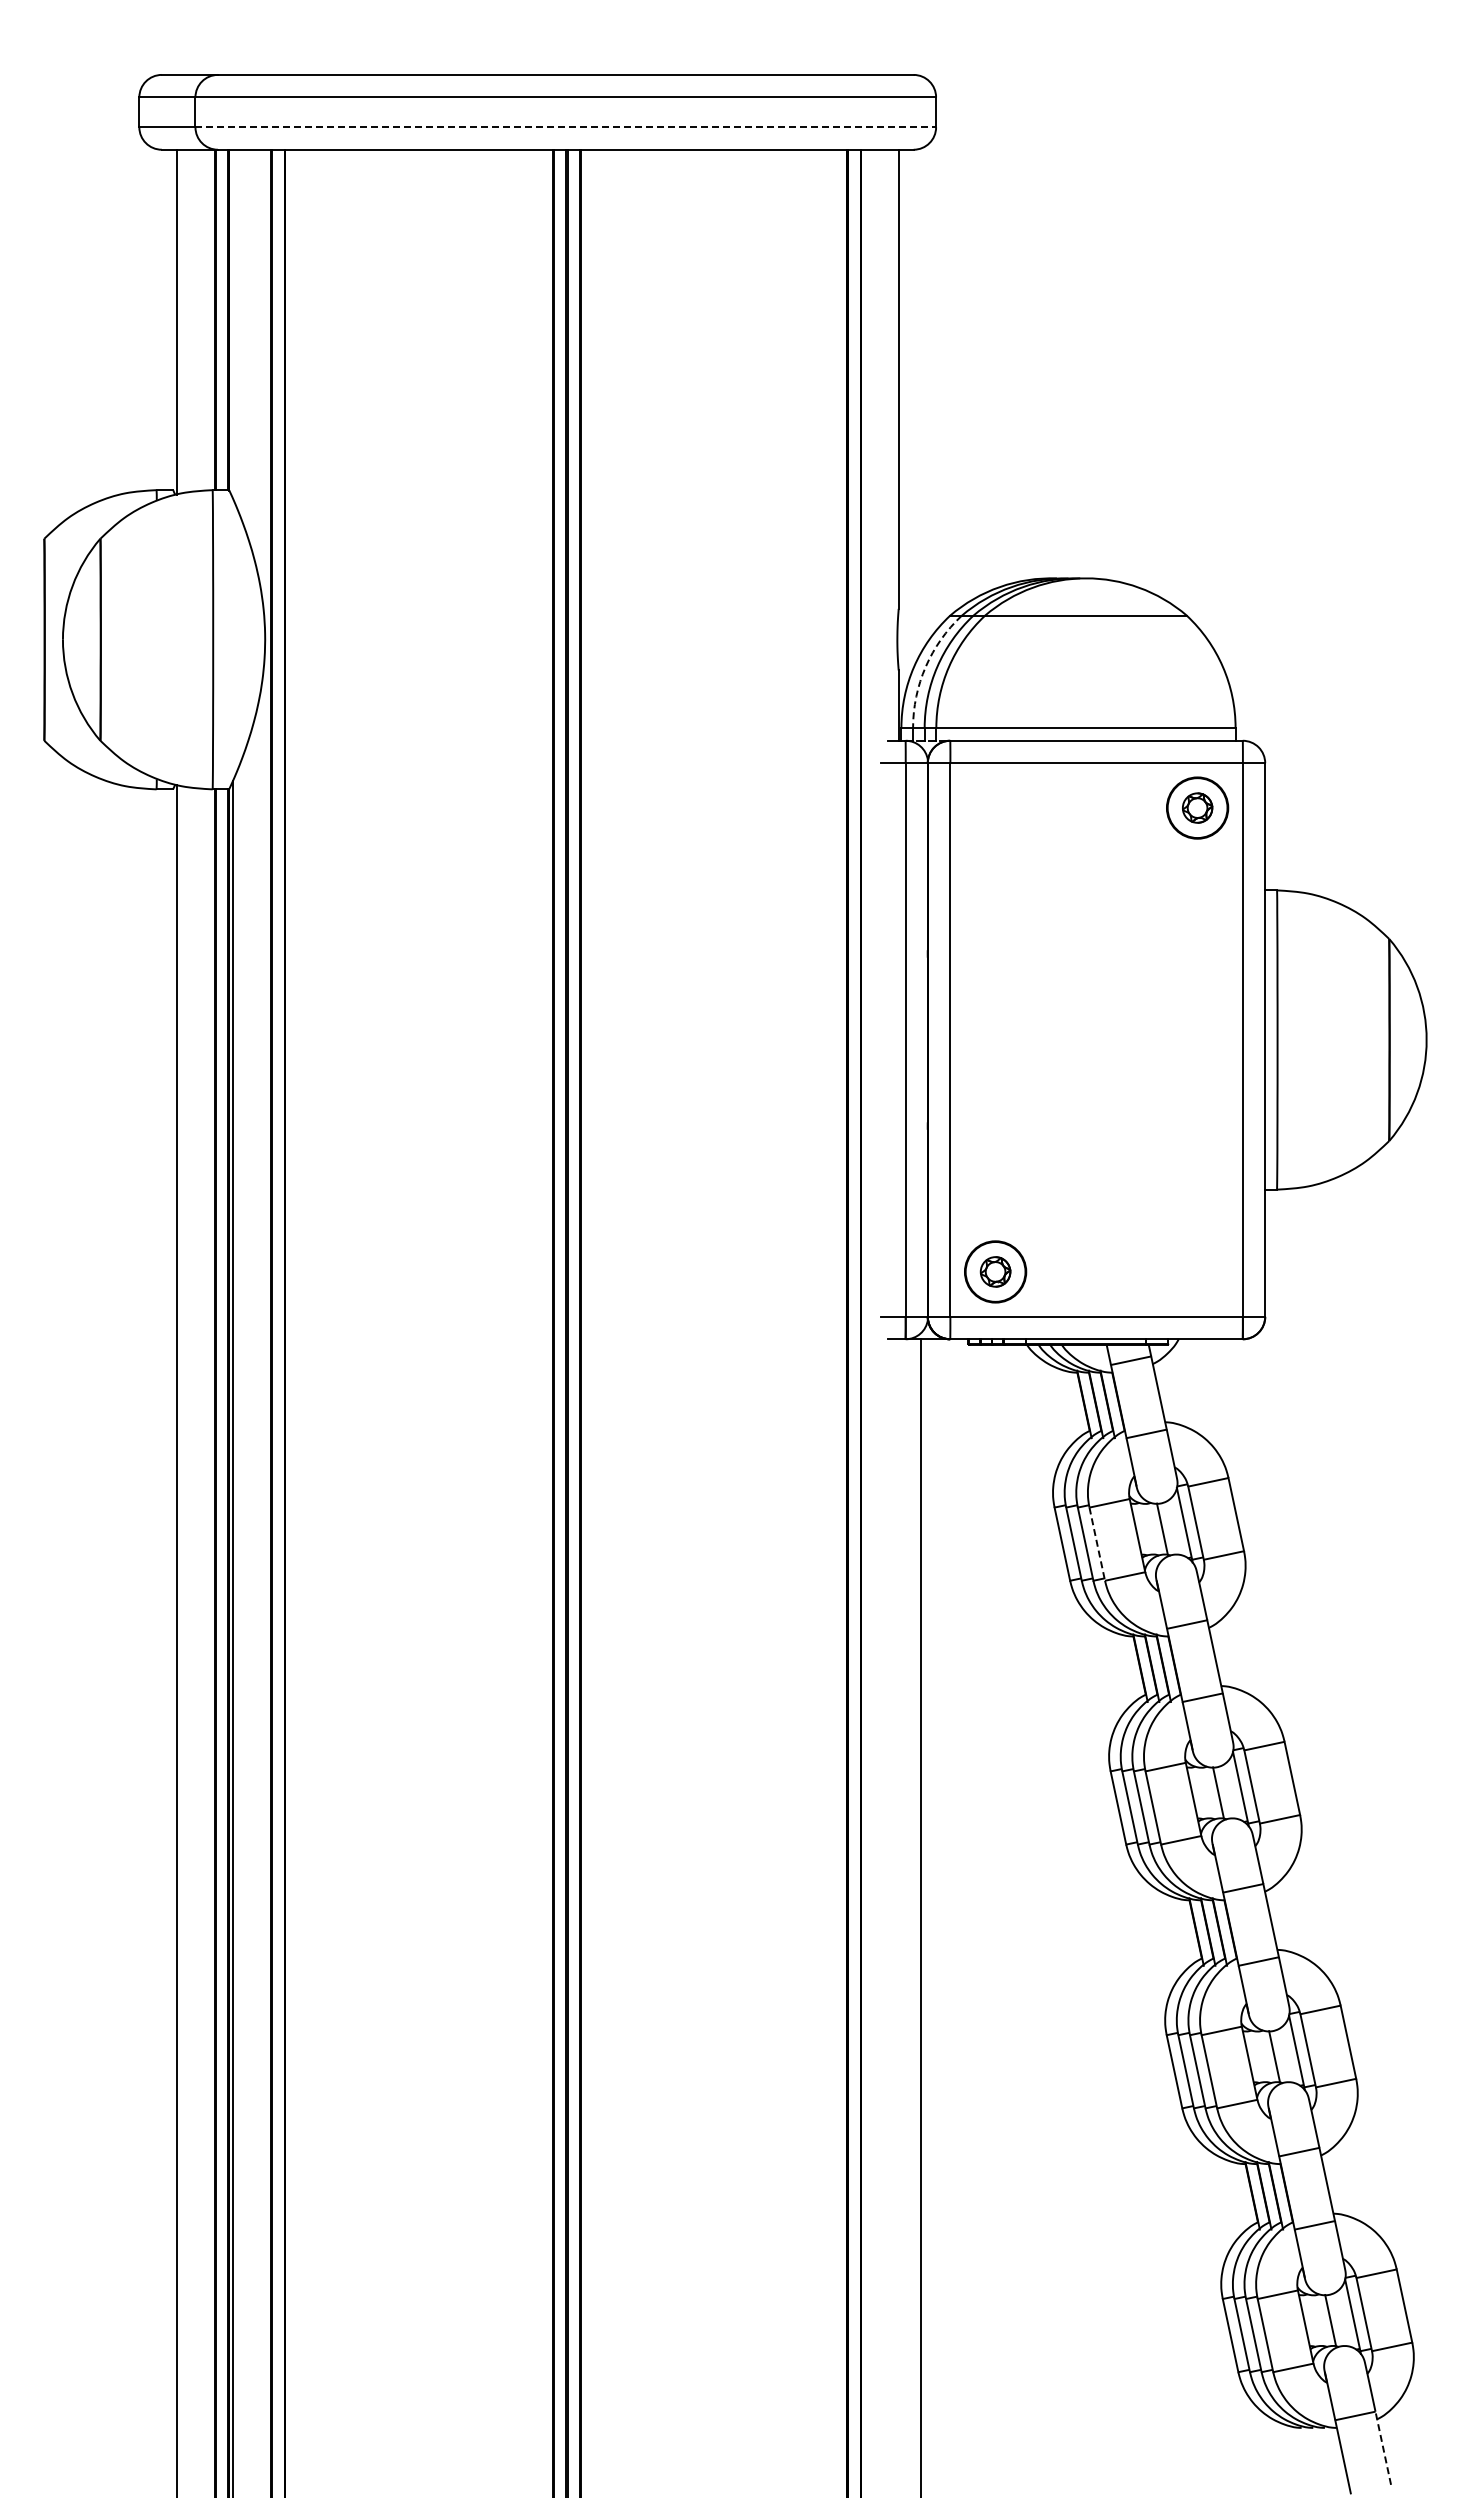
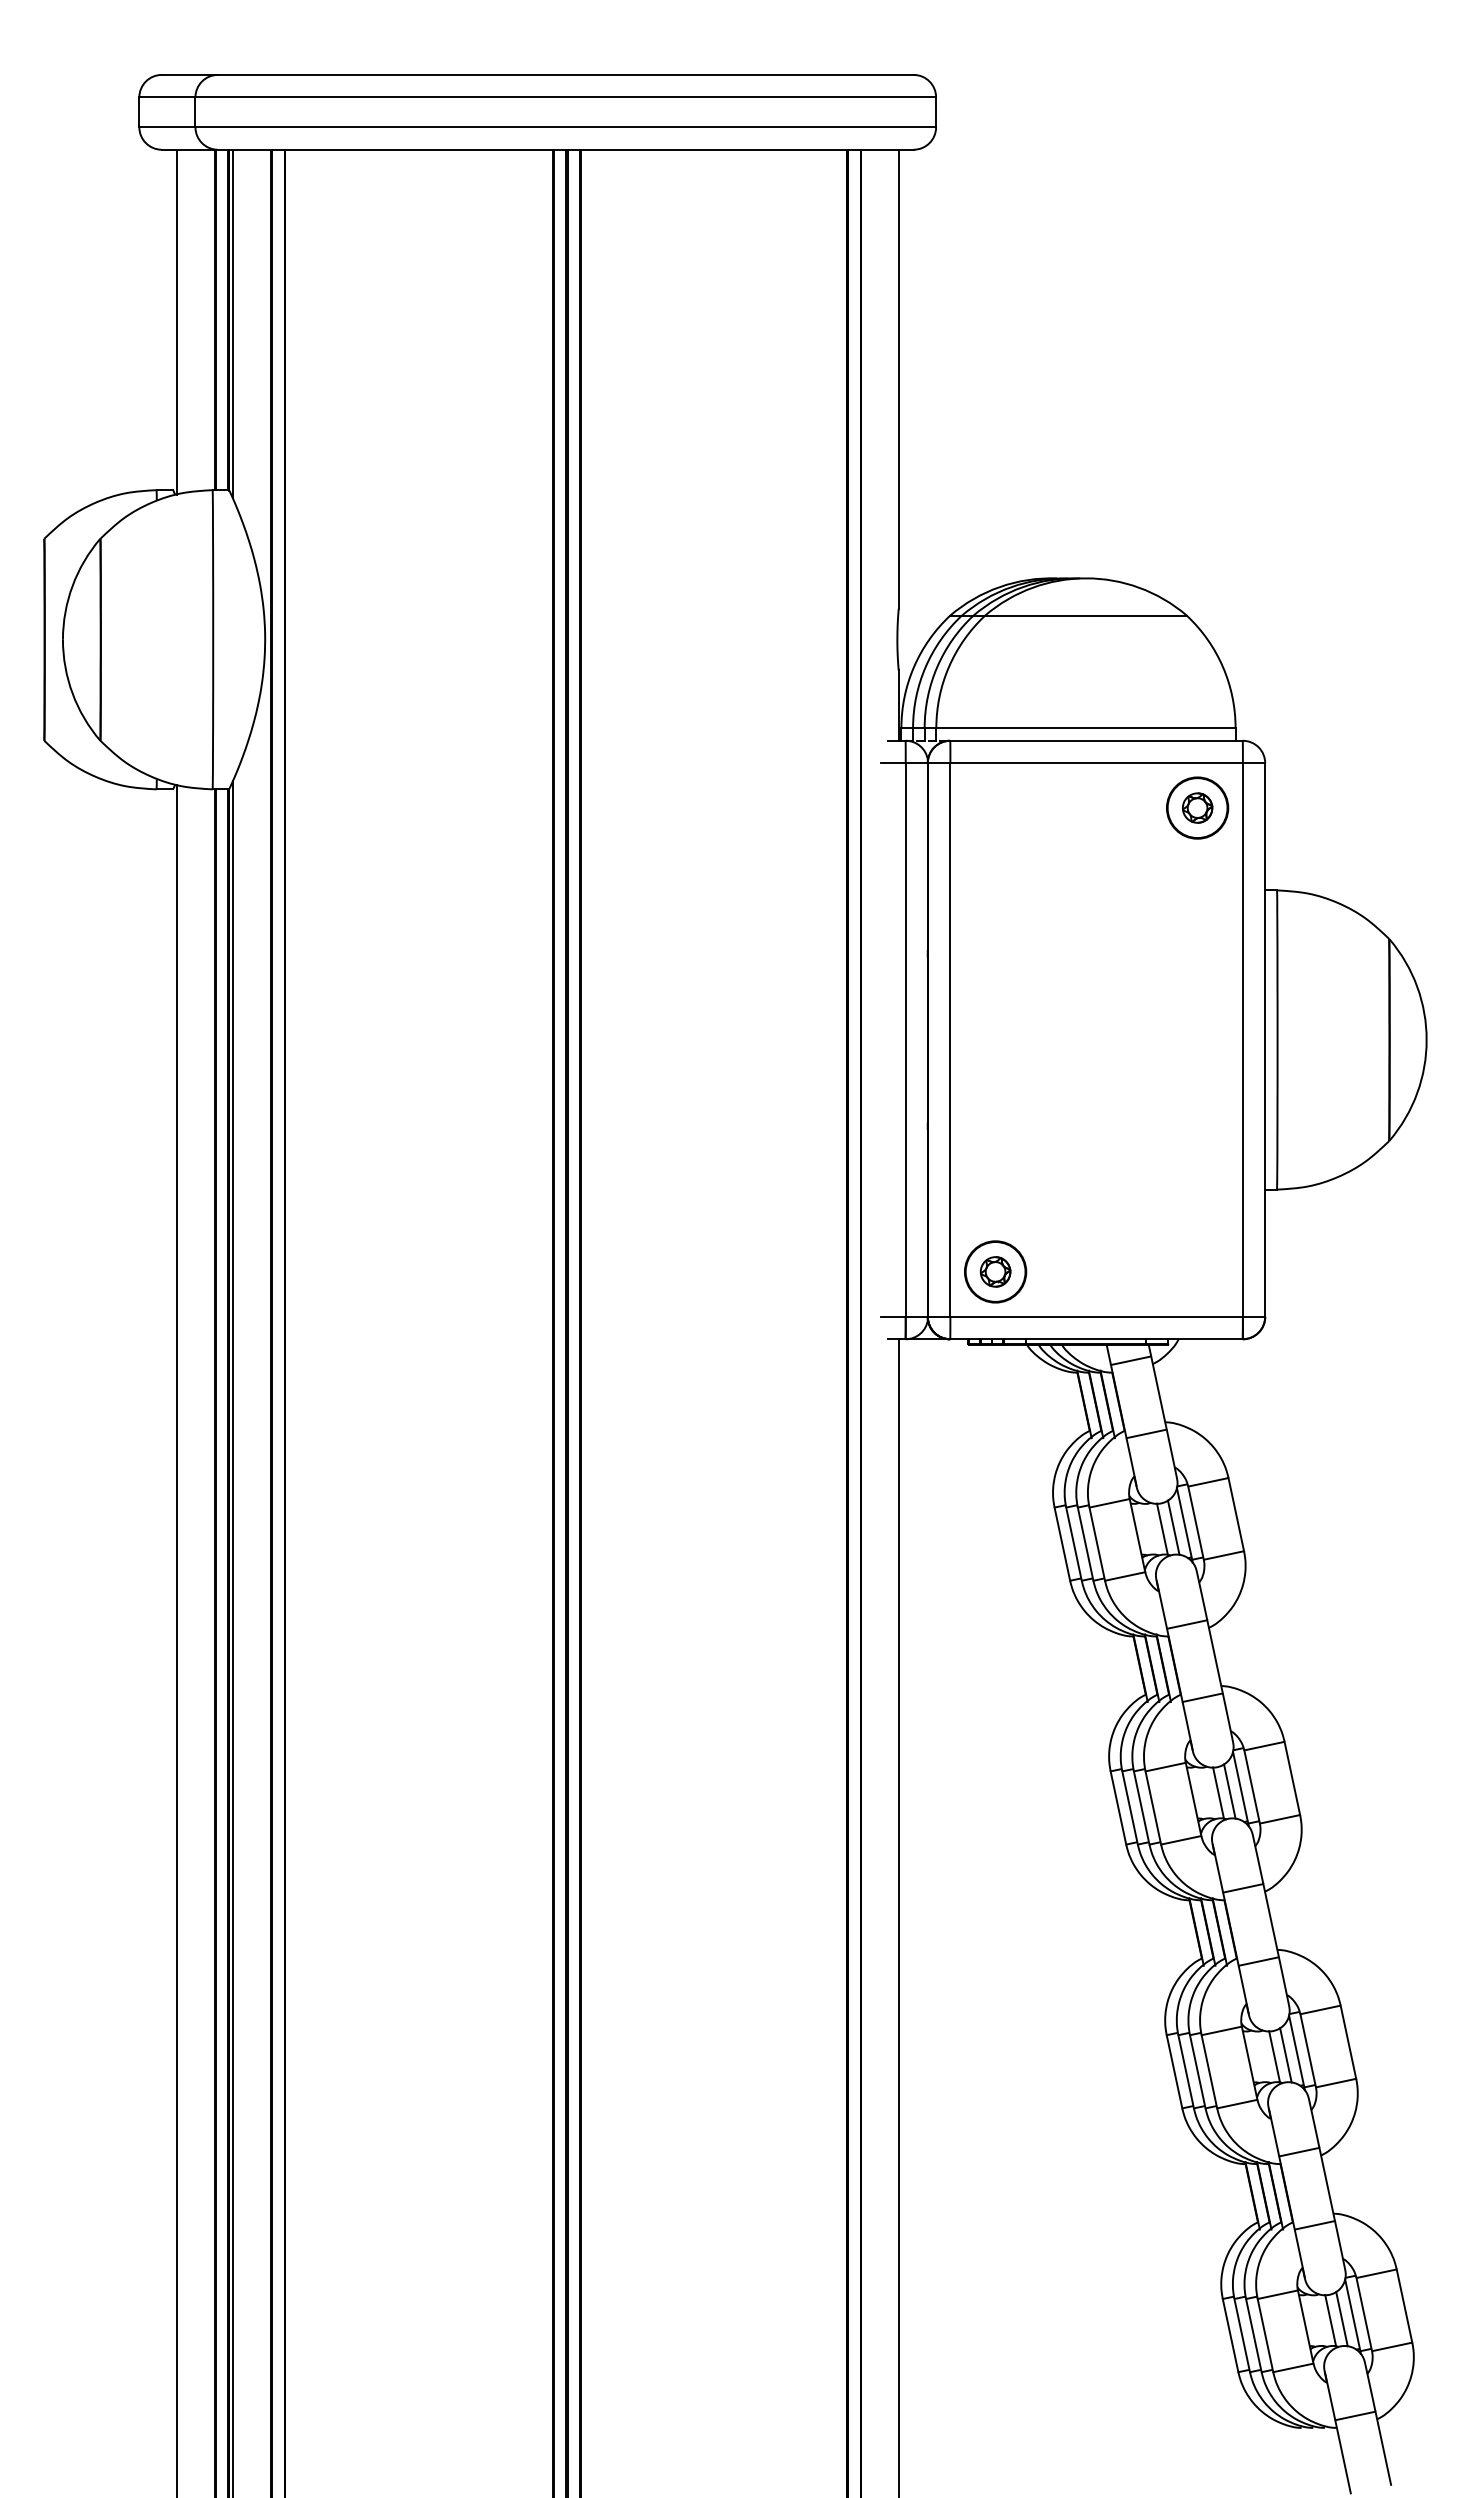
line at (566, 127): dashed -> solid
line at (232, 323): none -> present
arc at (925, 666): dashed -> solid
line at (1173, 1527): none -> present
line at (1097, 1544): dashed -> solid
line at (1229, 1791): none -> present
line at (920, 1916) position: (920, 1916) -> (898, 1916)
line at (1285, 2055): none -> present
line at (1341, 2318): none -> present
line at (1383, 2447): dashed -> solid
